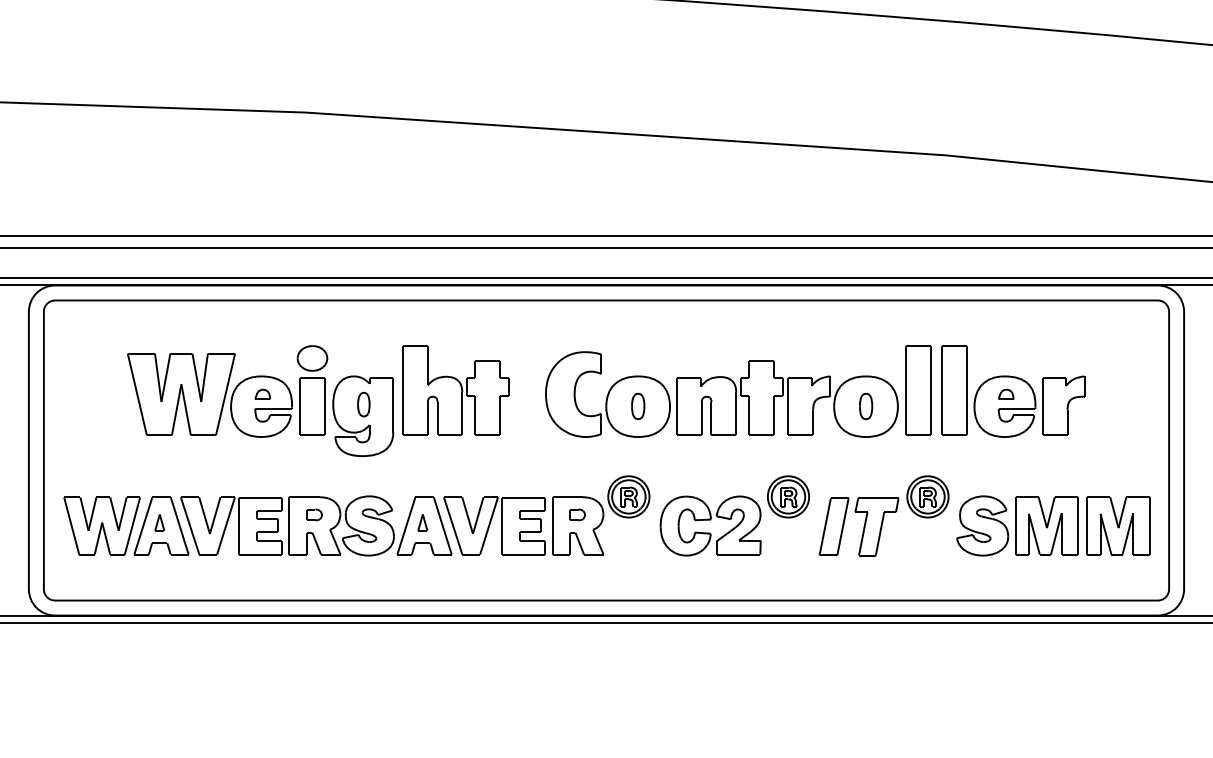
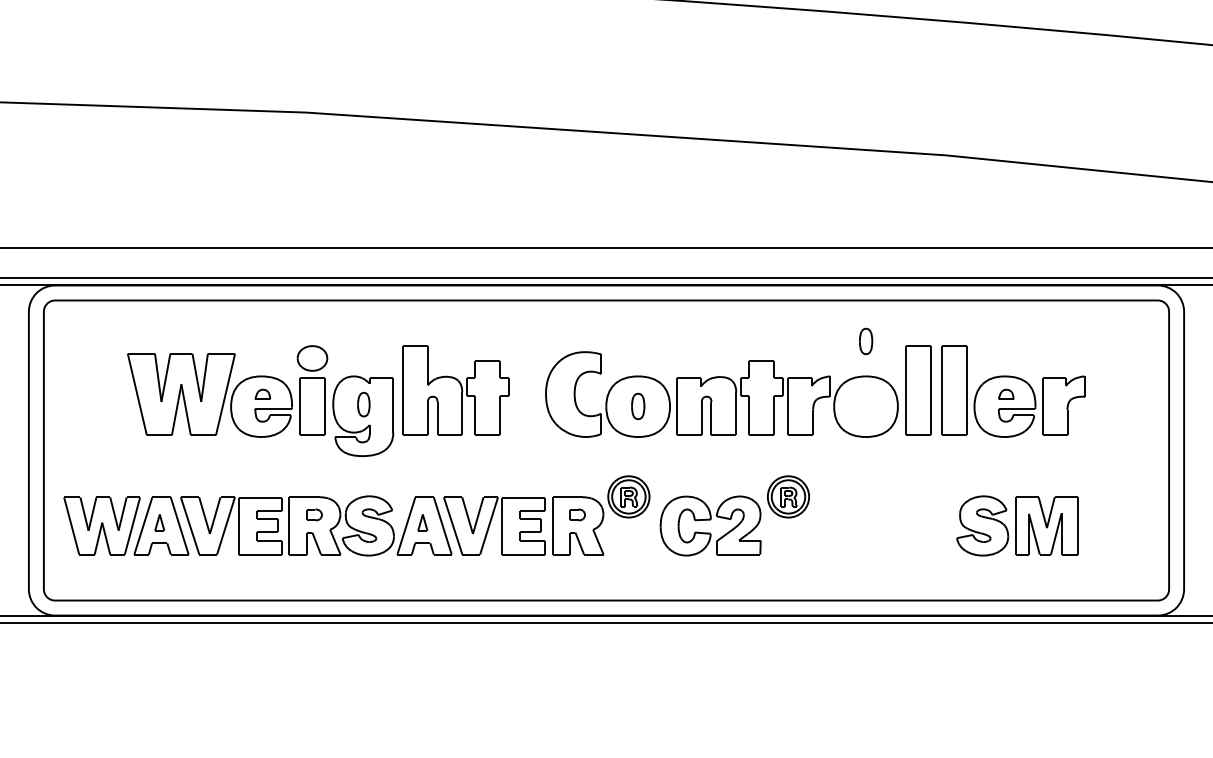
line at (605, 235): present -> none
part at (866, 406) position: (866, 406) -> (866, 341)
part at (883, 515): present -> none
part at (1118, 525): present -> none
